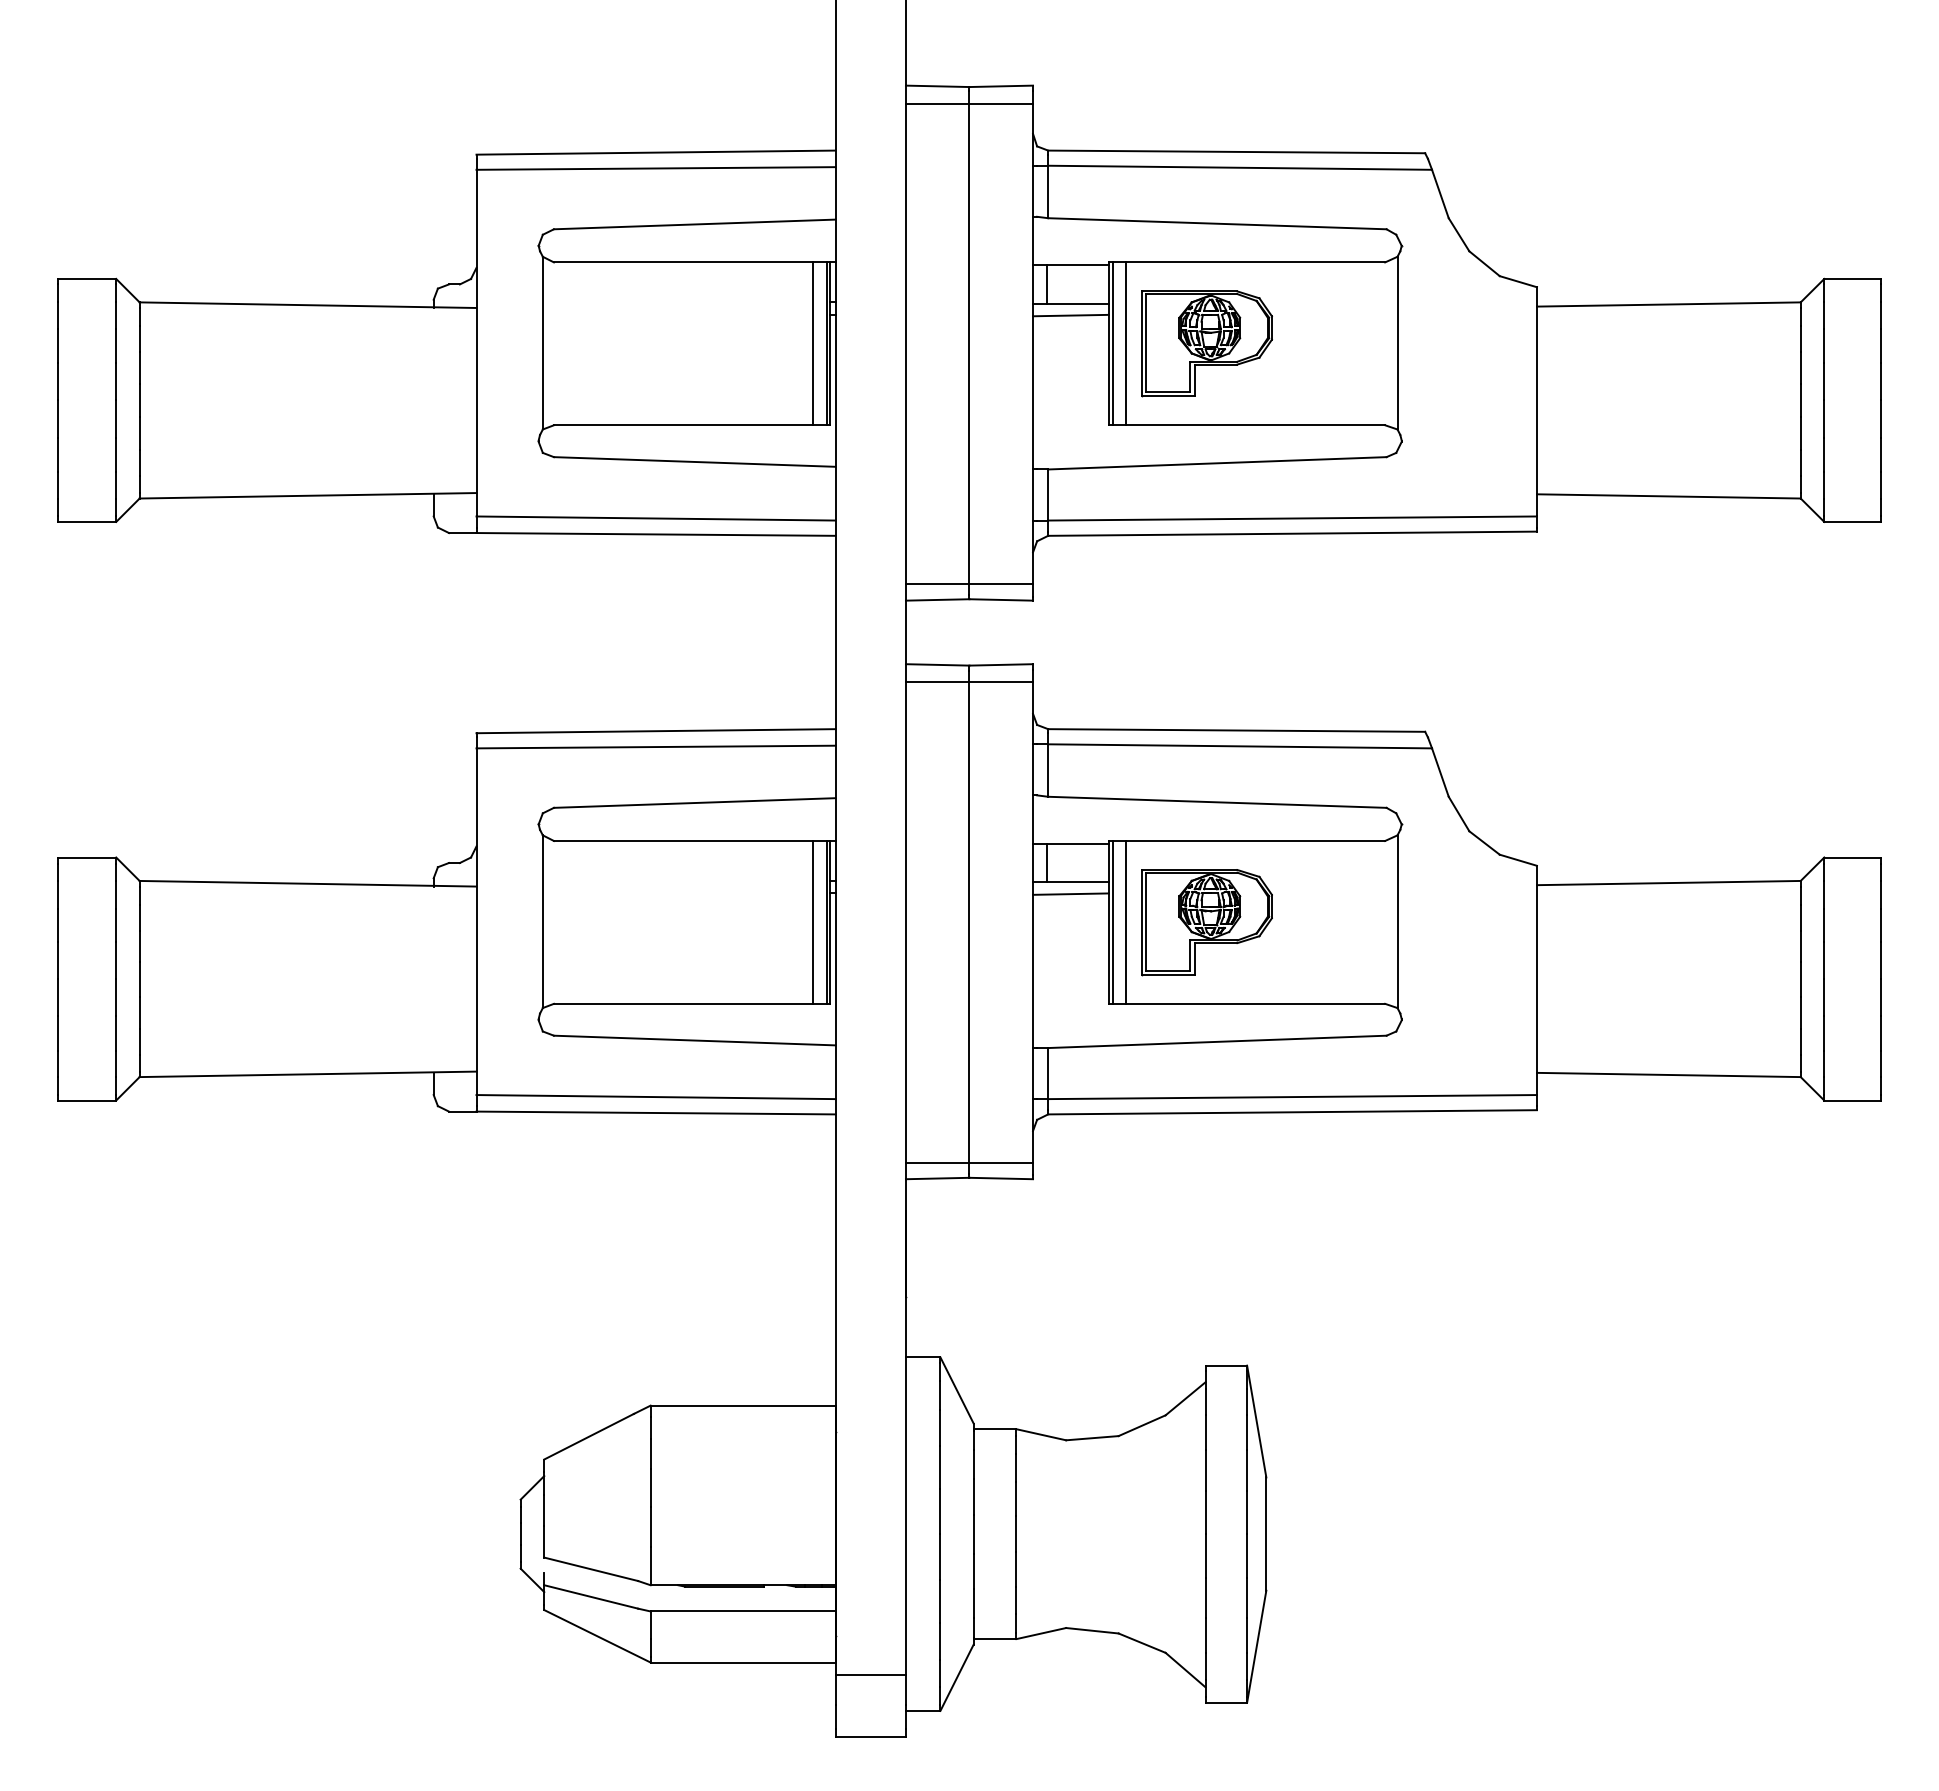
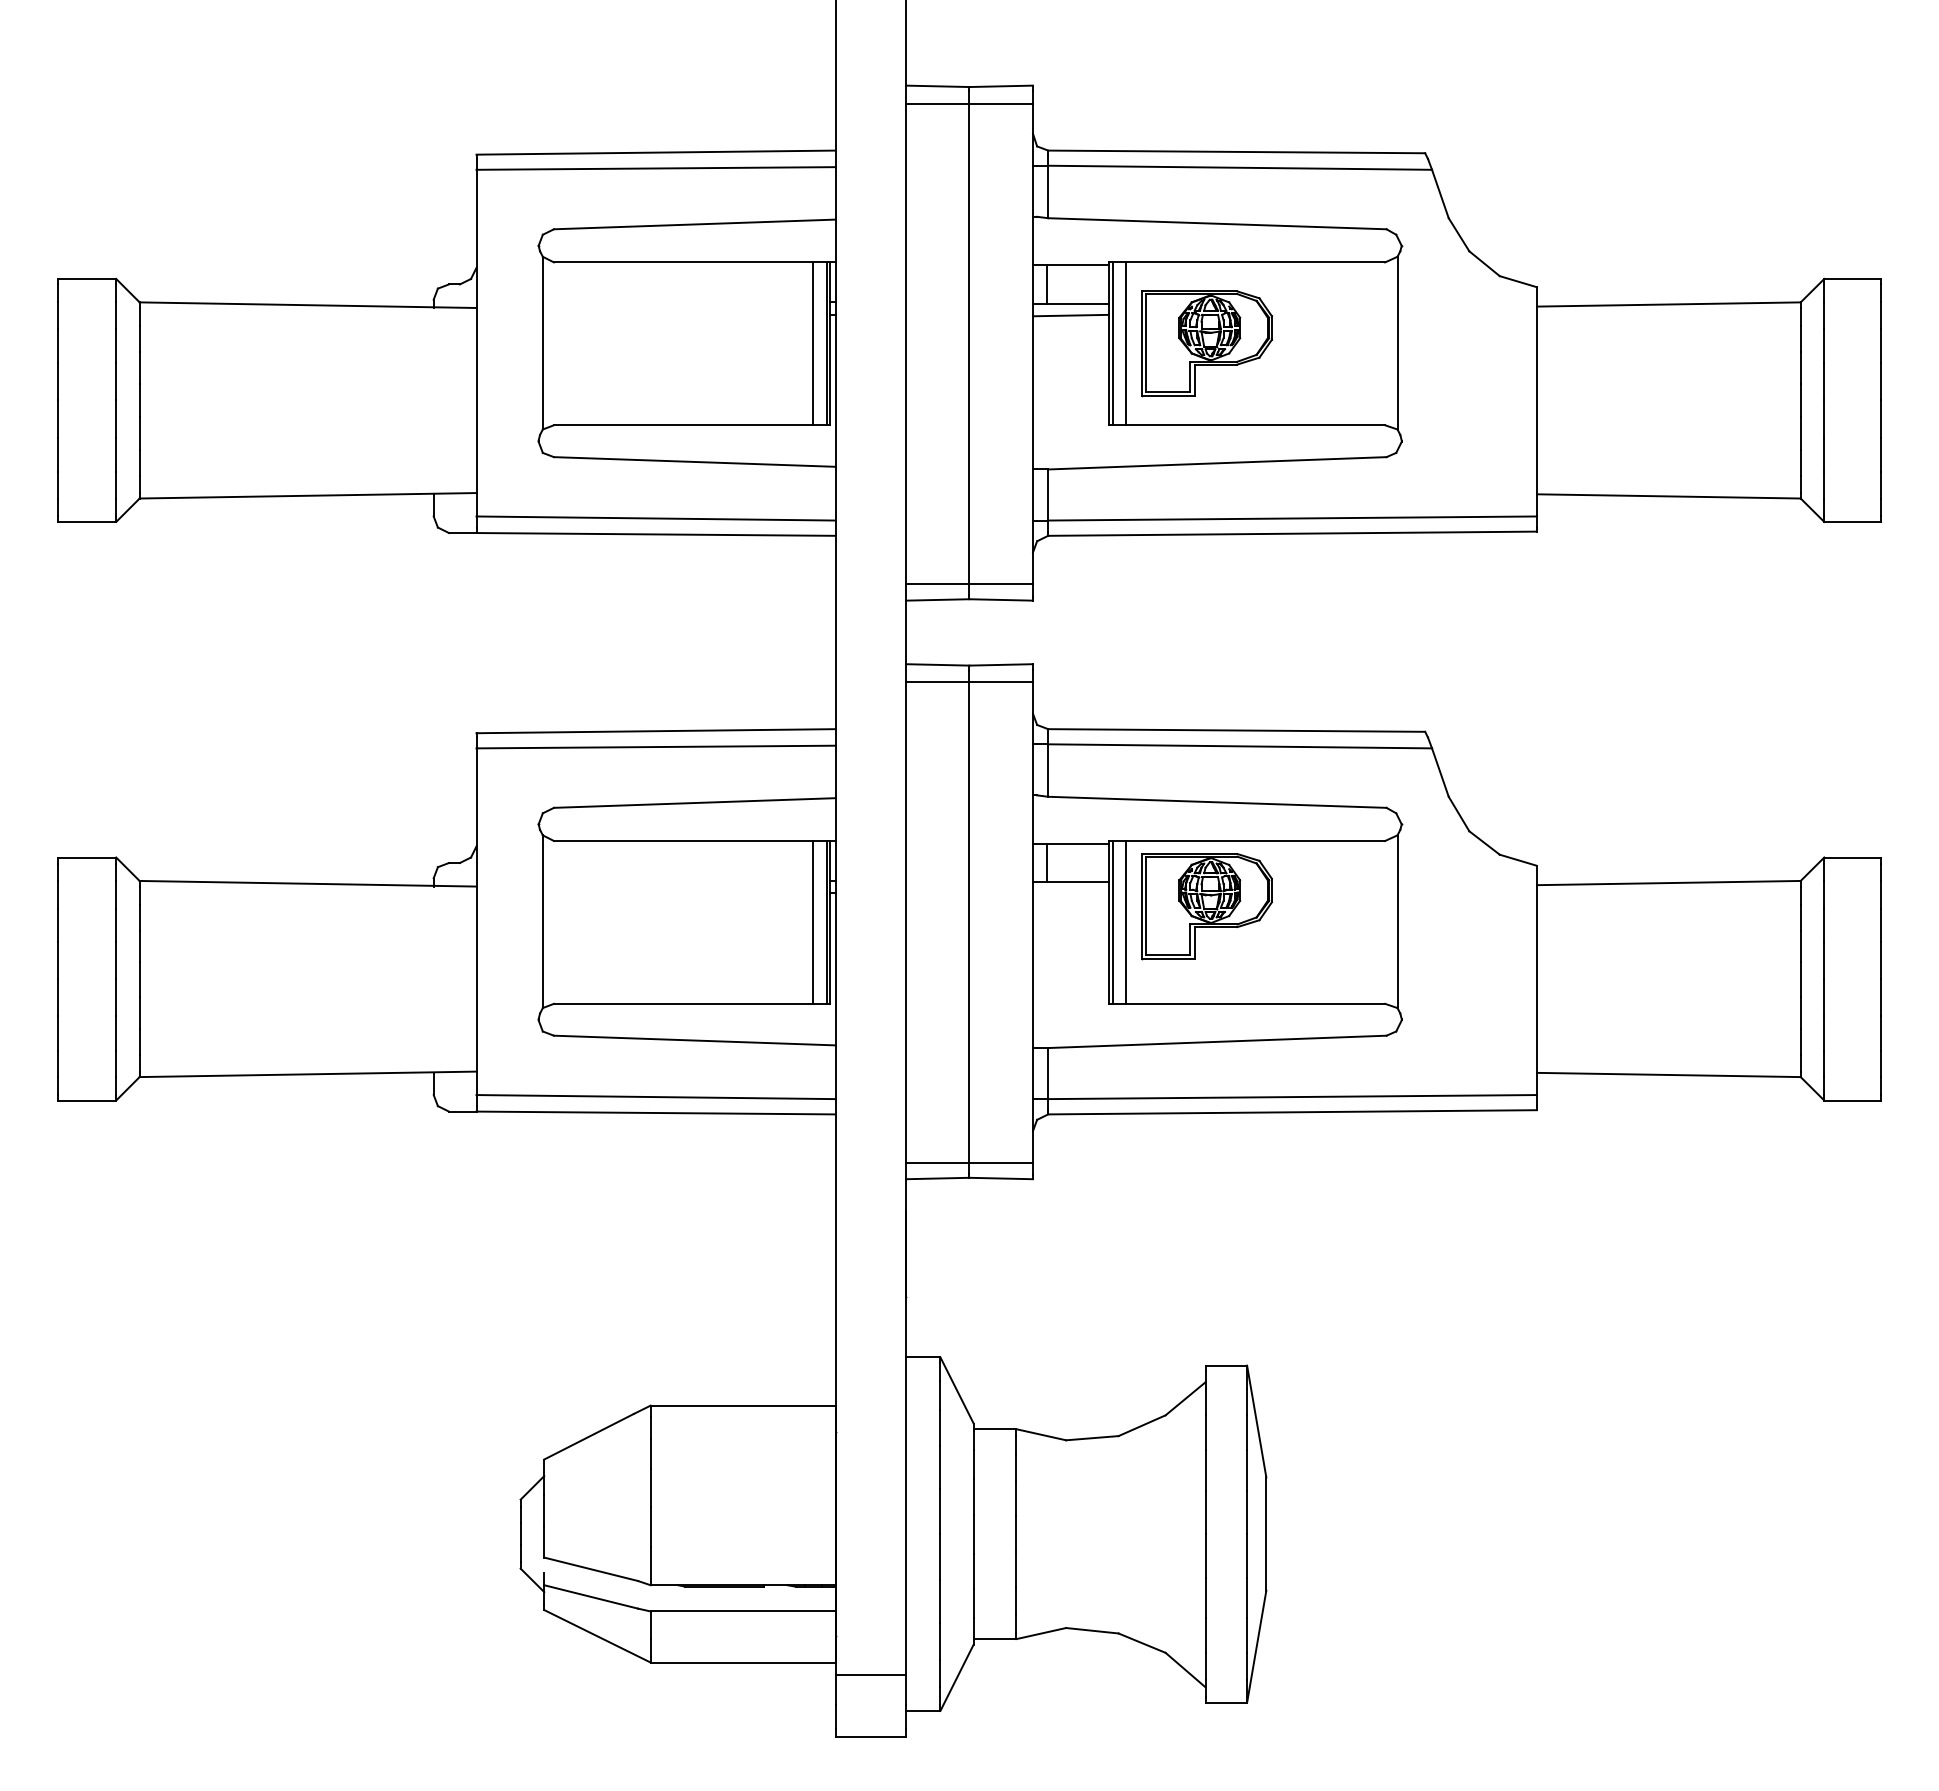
line at (1070, 893): present -> none
part at (1206, 922) position: (1206, 922) -> (1206, 906)
